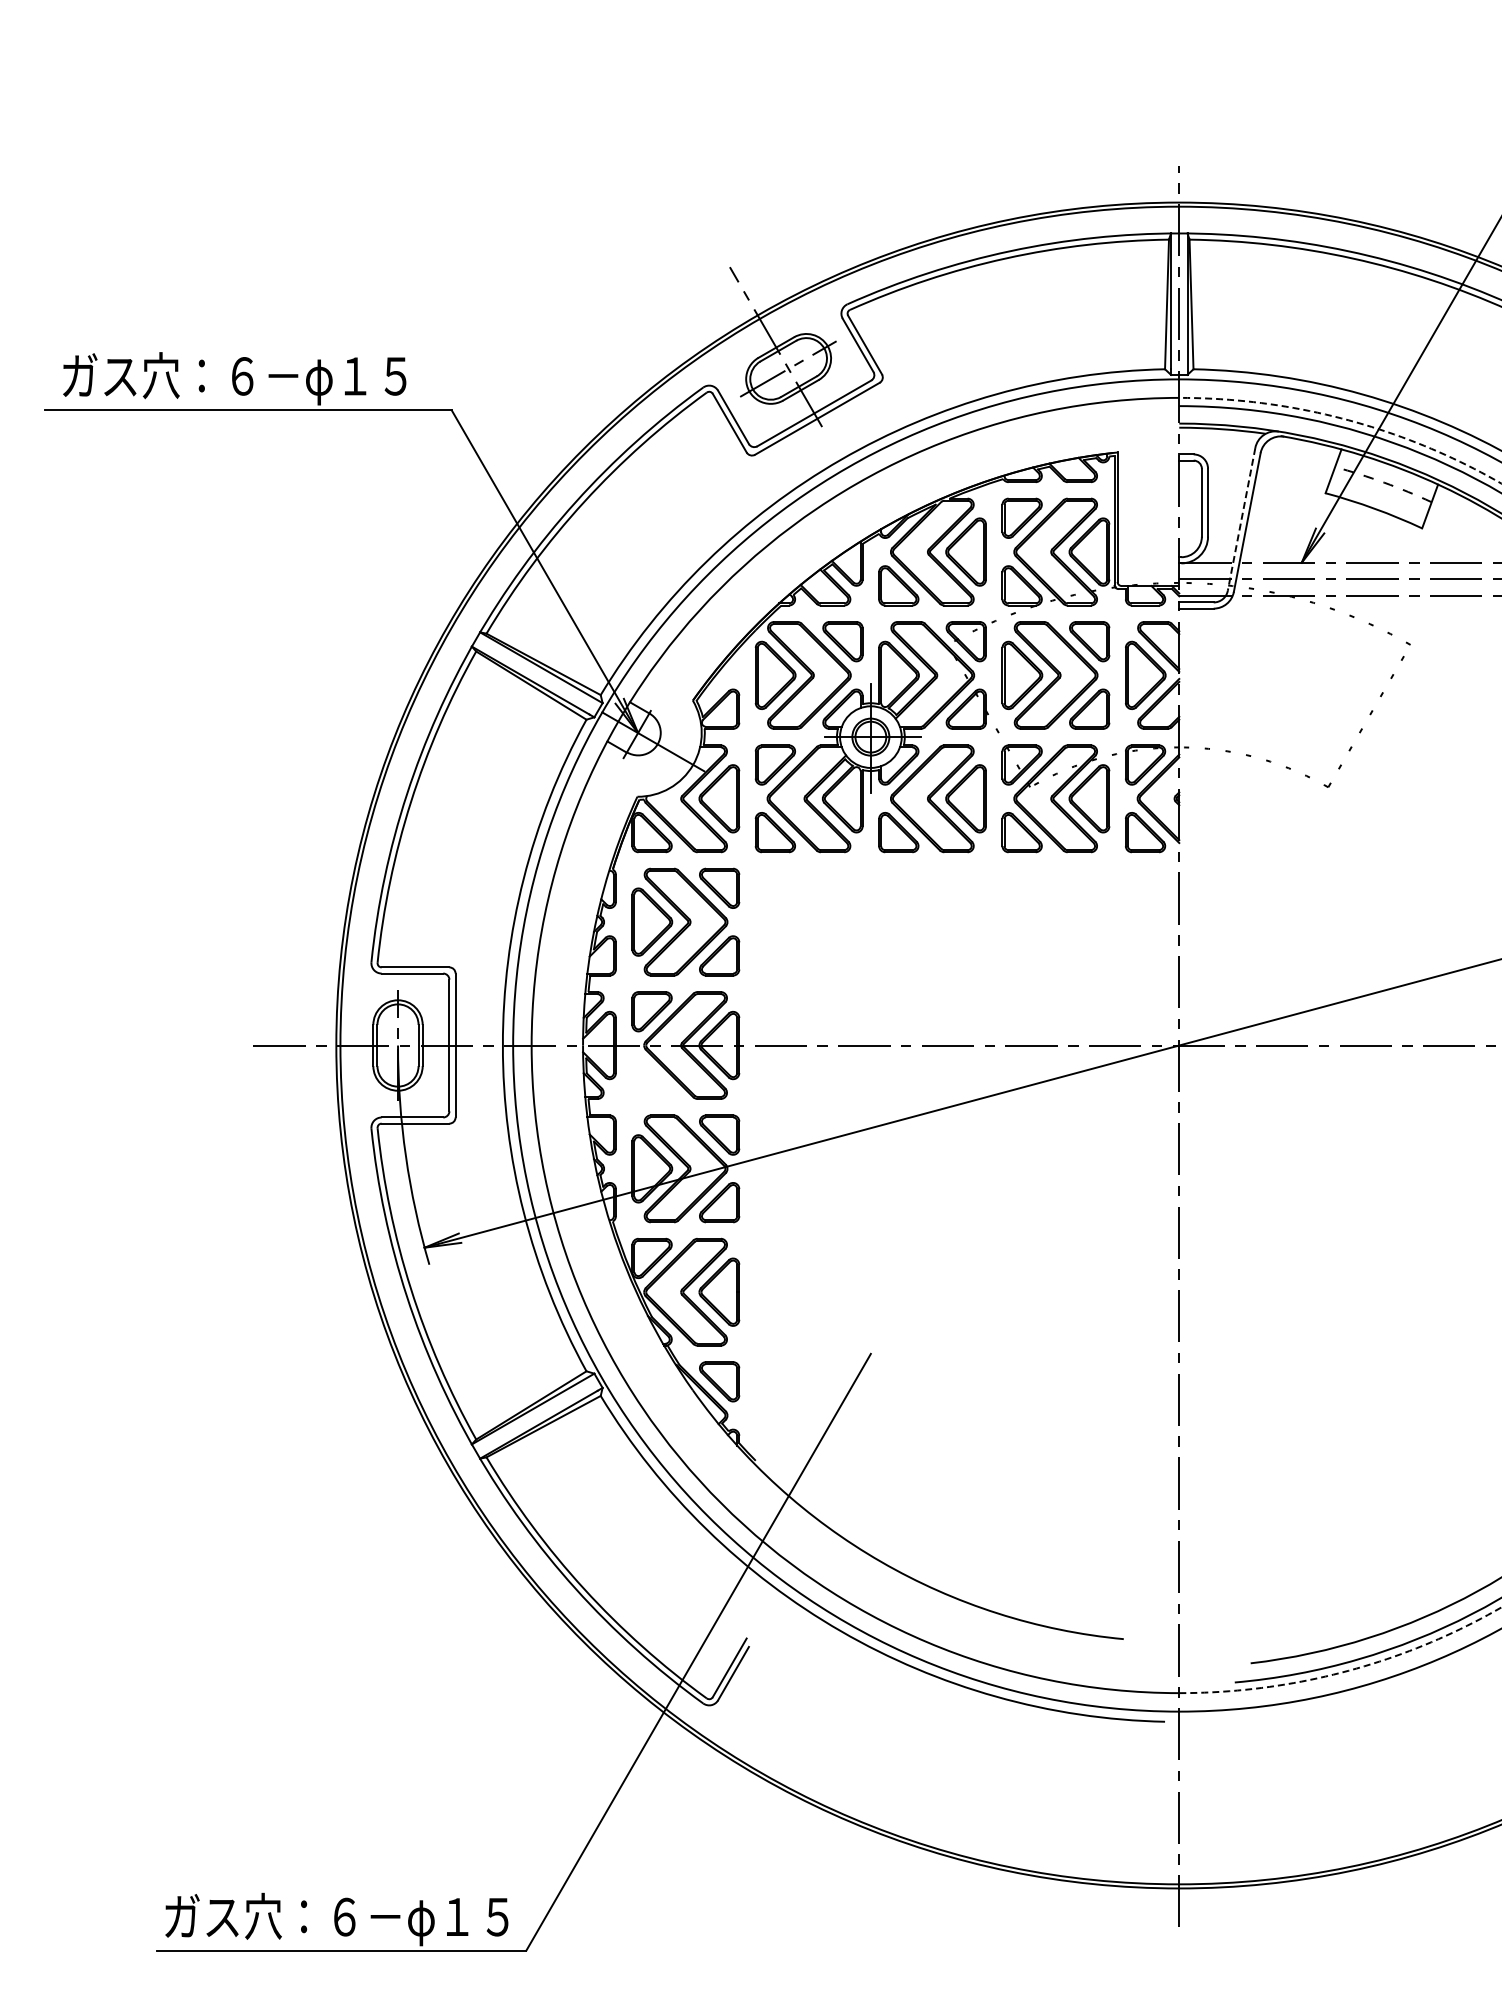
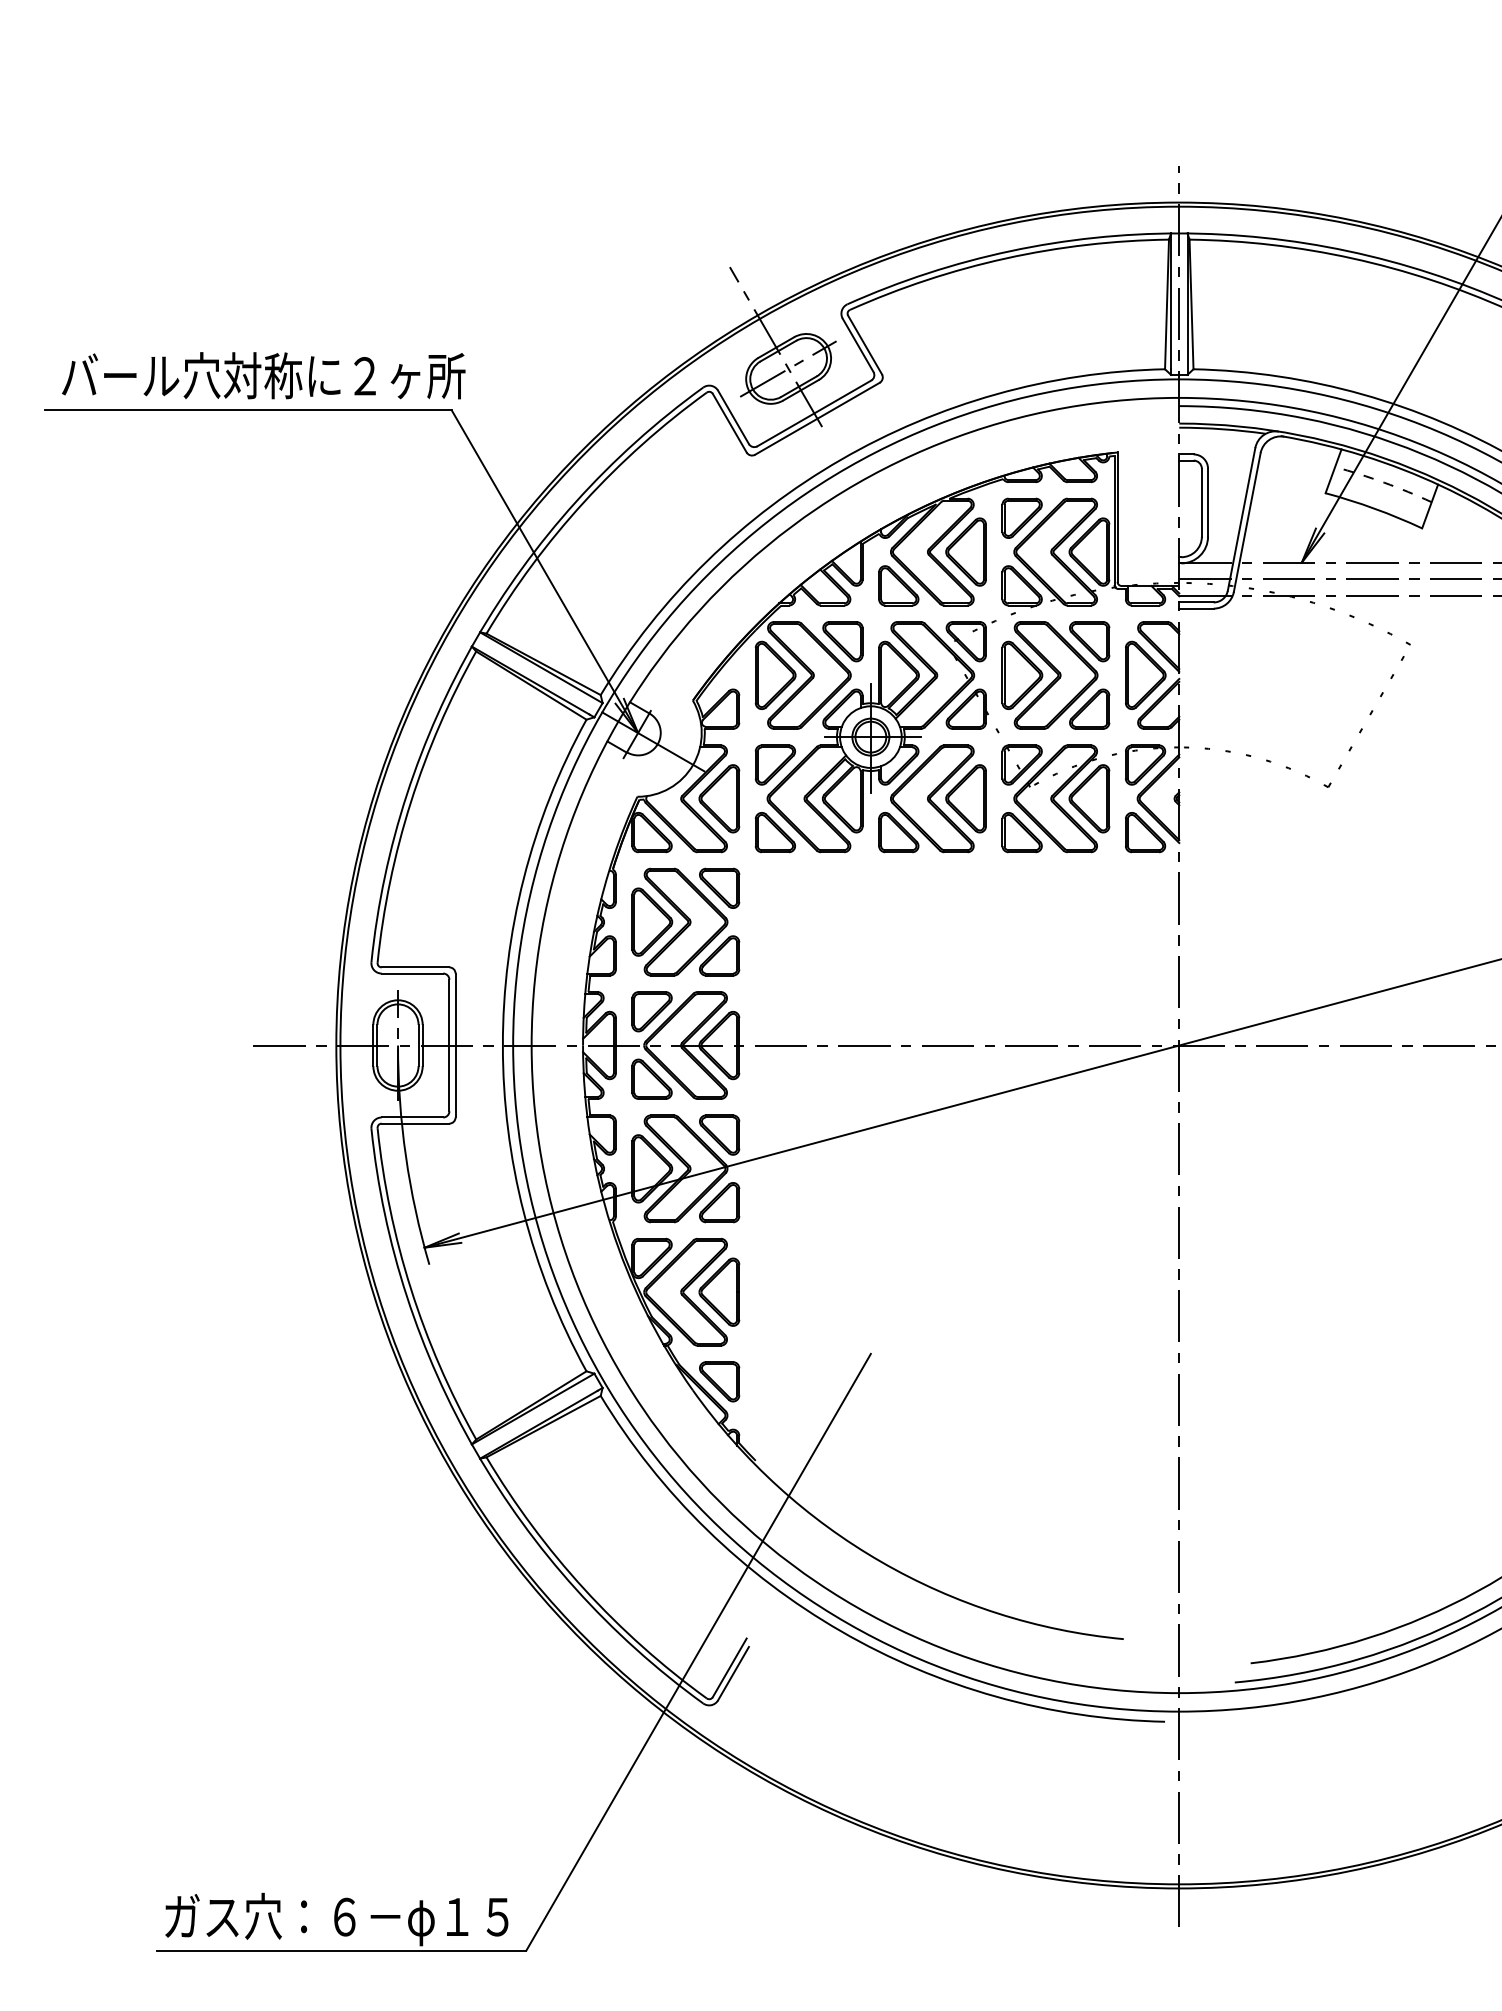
text at (263, 378): ガス穴：６－φ１５ -> バール穴対称に２ヶ所
arc at (1501, 483): dashed -> solid
line at (1241, 519): dashed -> solid
part at (651, 1078): none -> present
